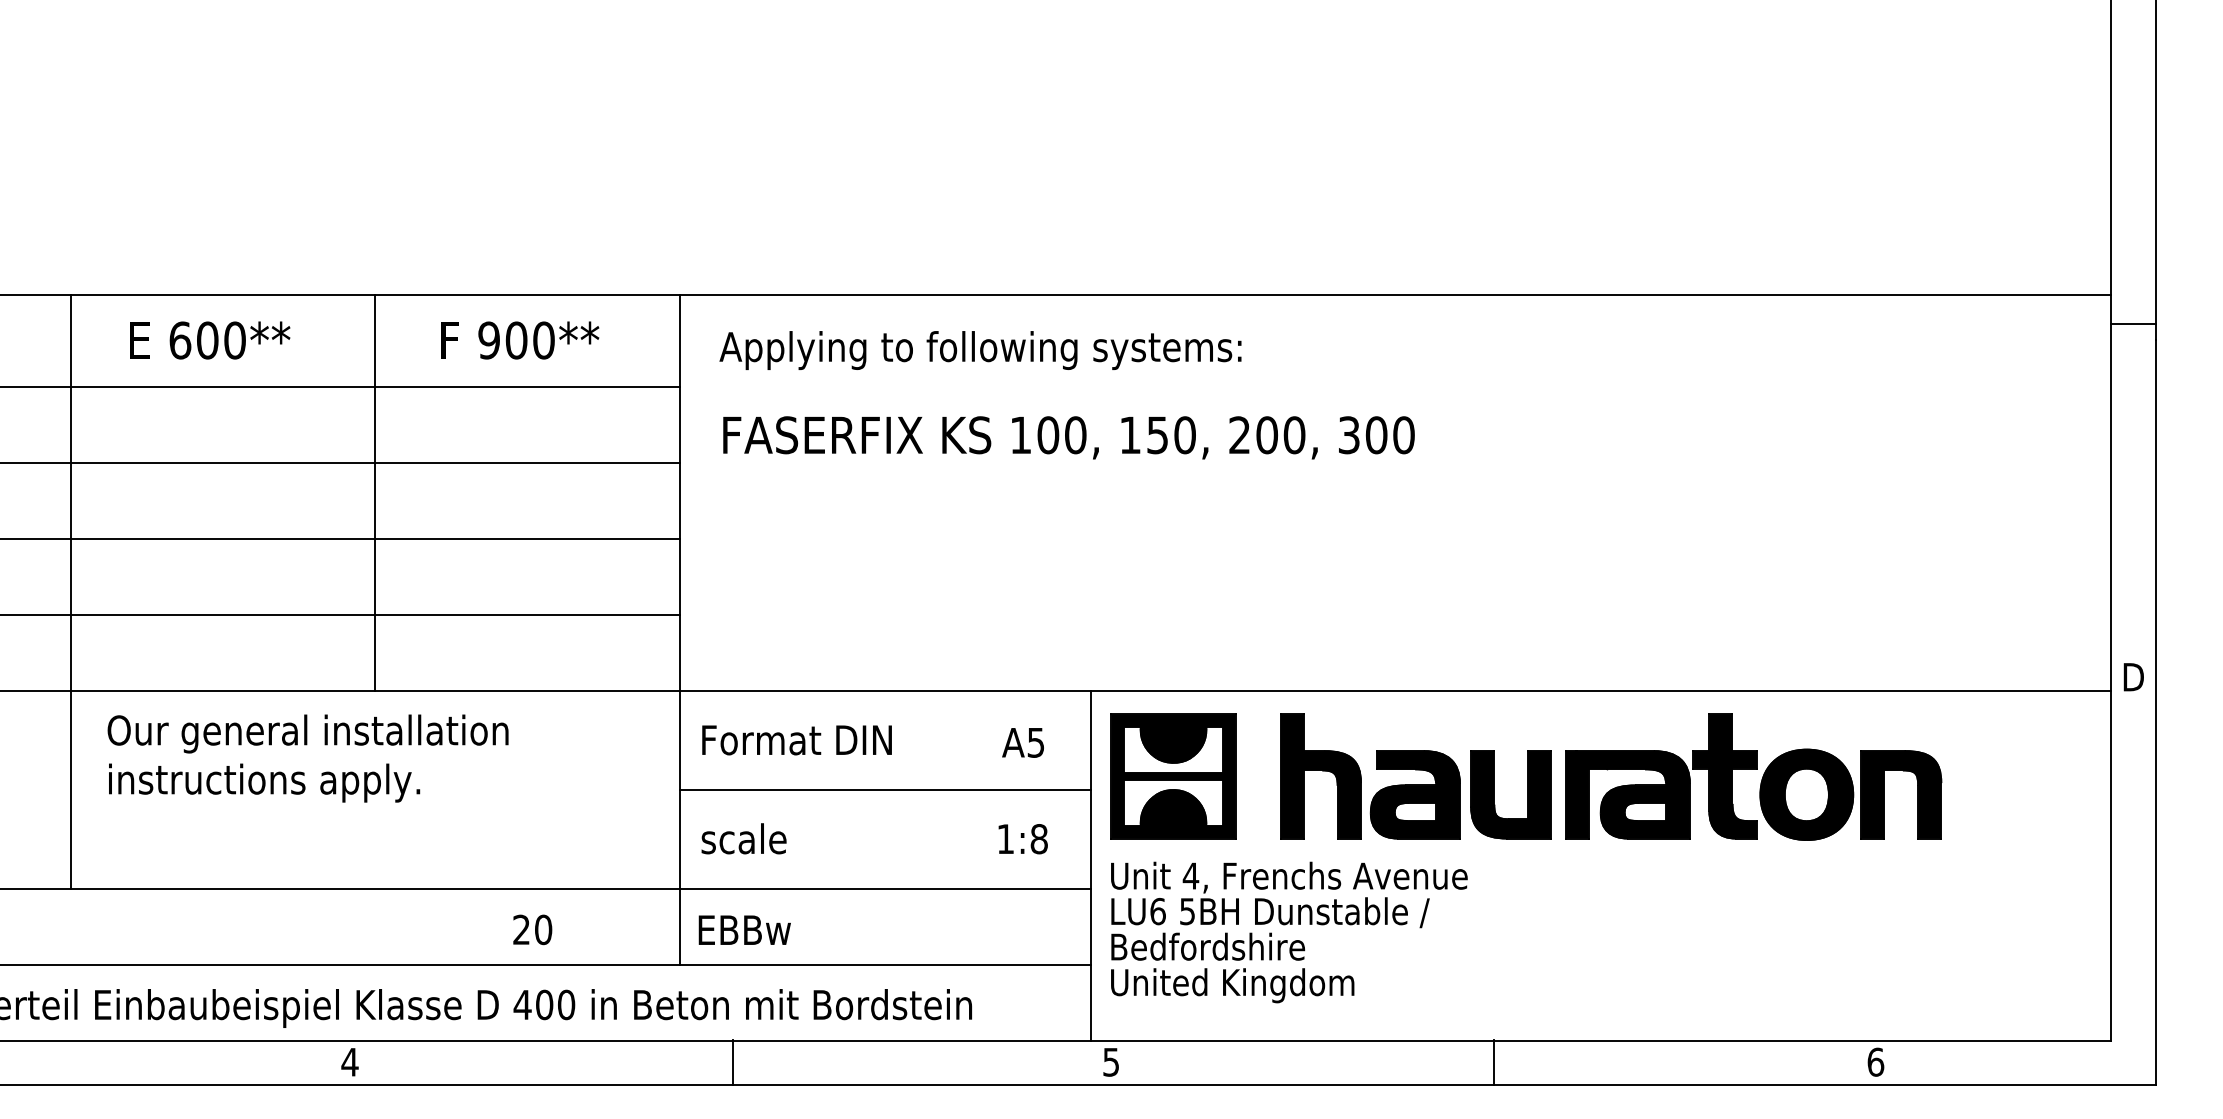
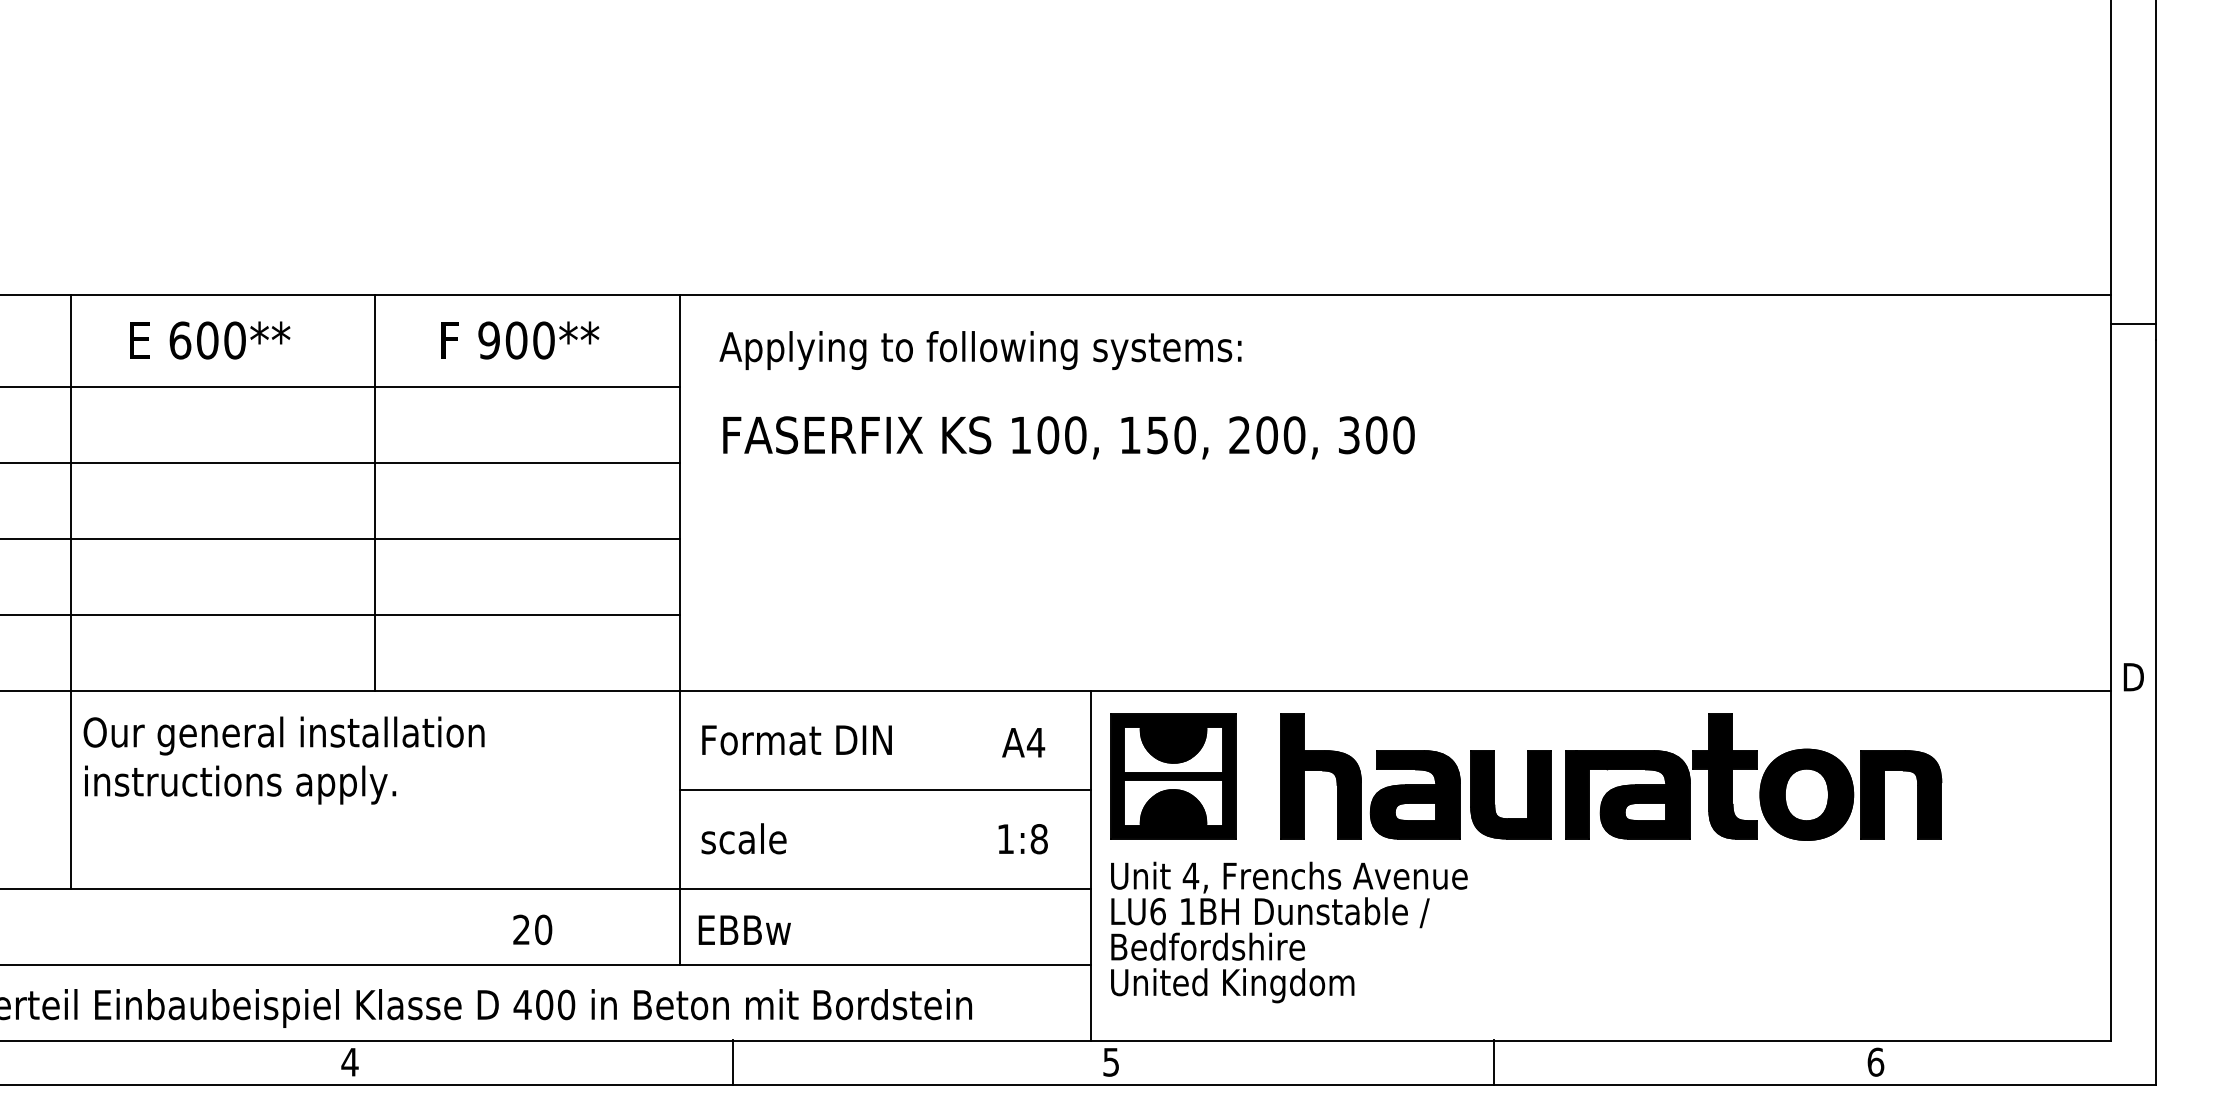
text at (1035, 742): A5 -> A4
text at (307, 758) position: (307, 758) -> (283, 760)
text at (1187, 911): 5BH -> 1BH
